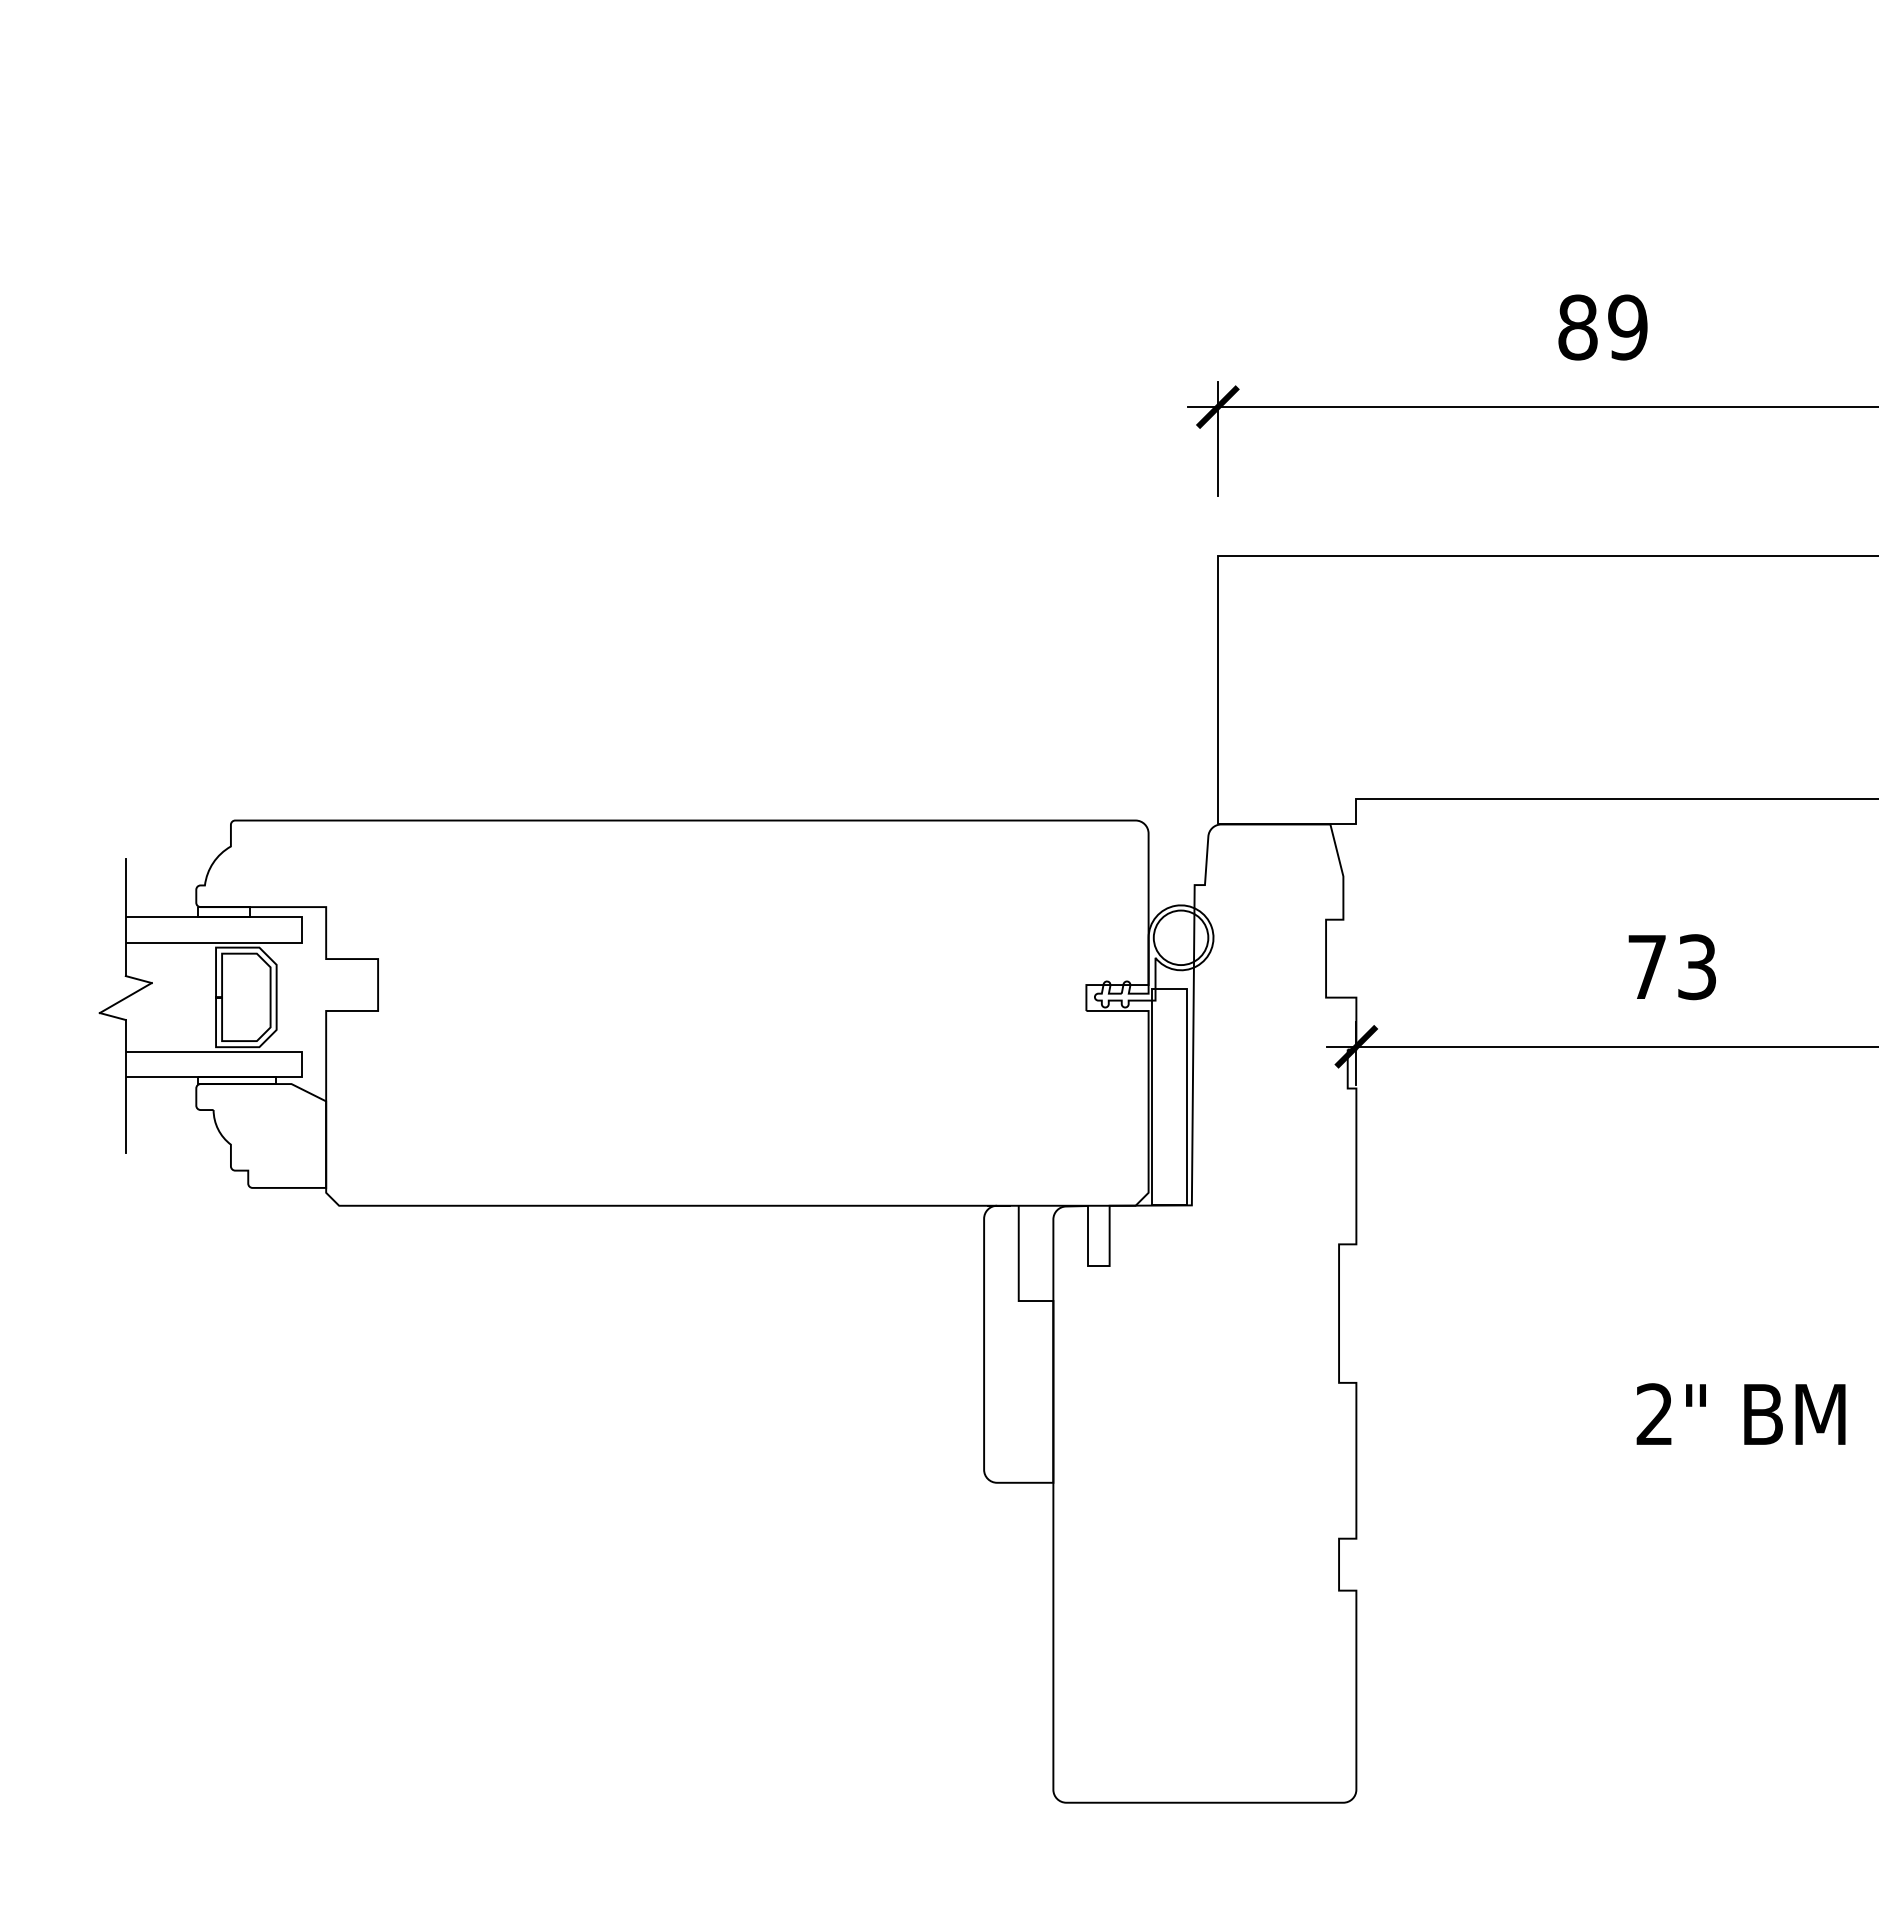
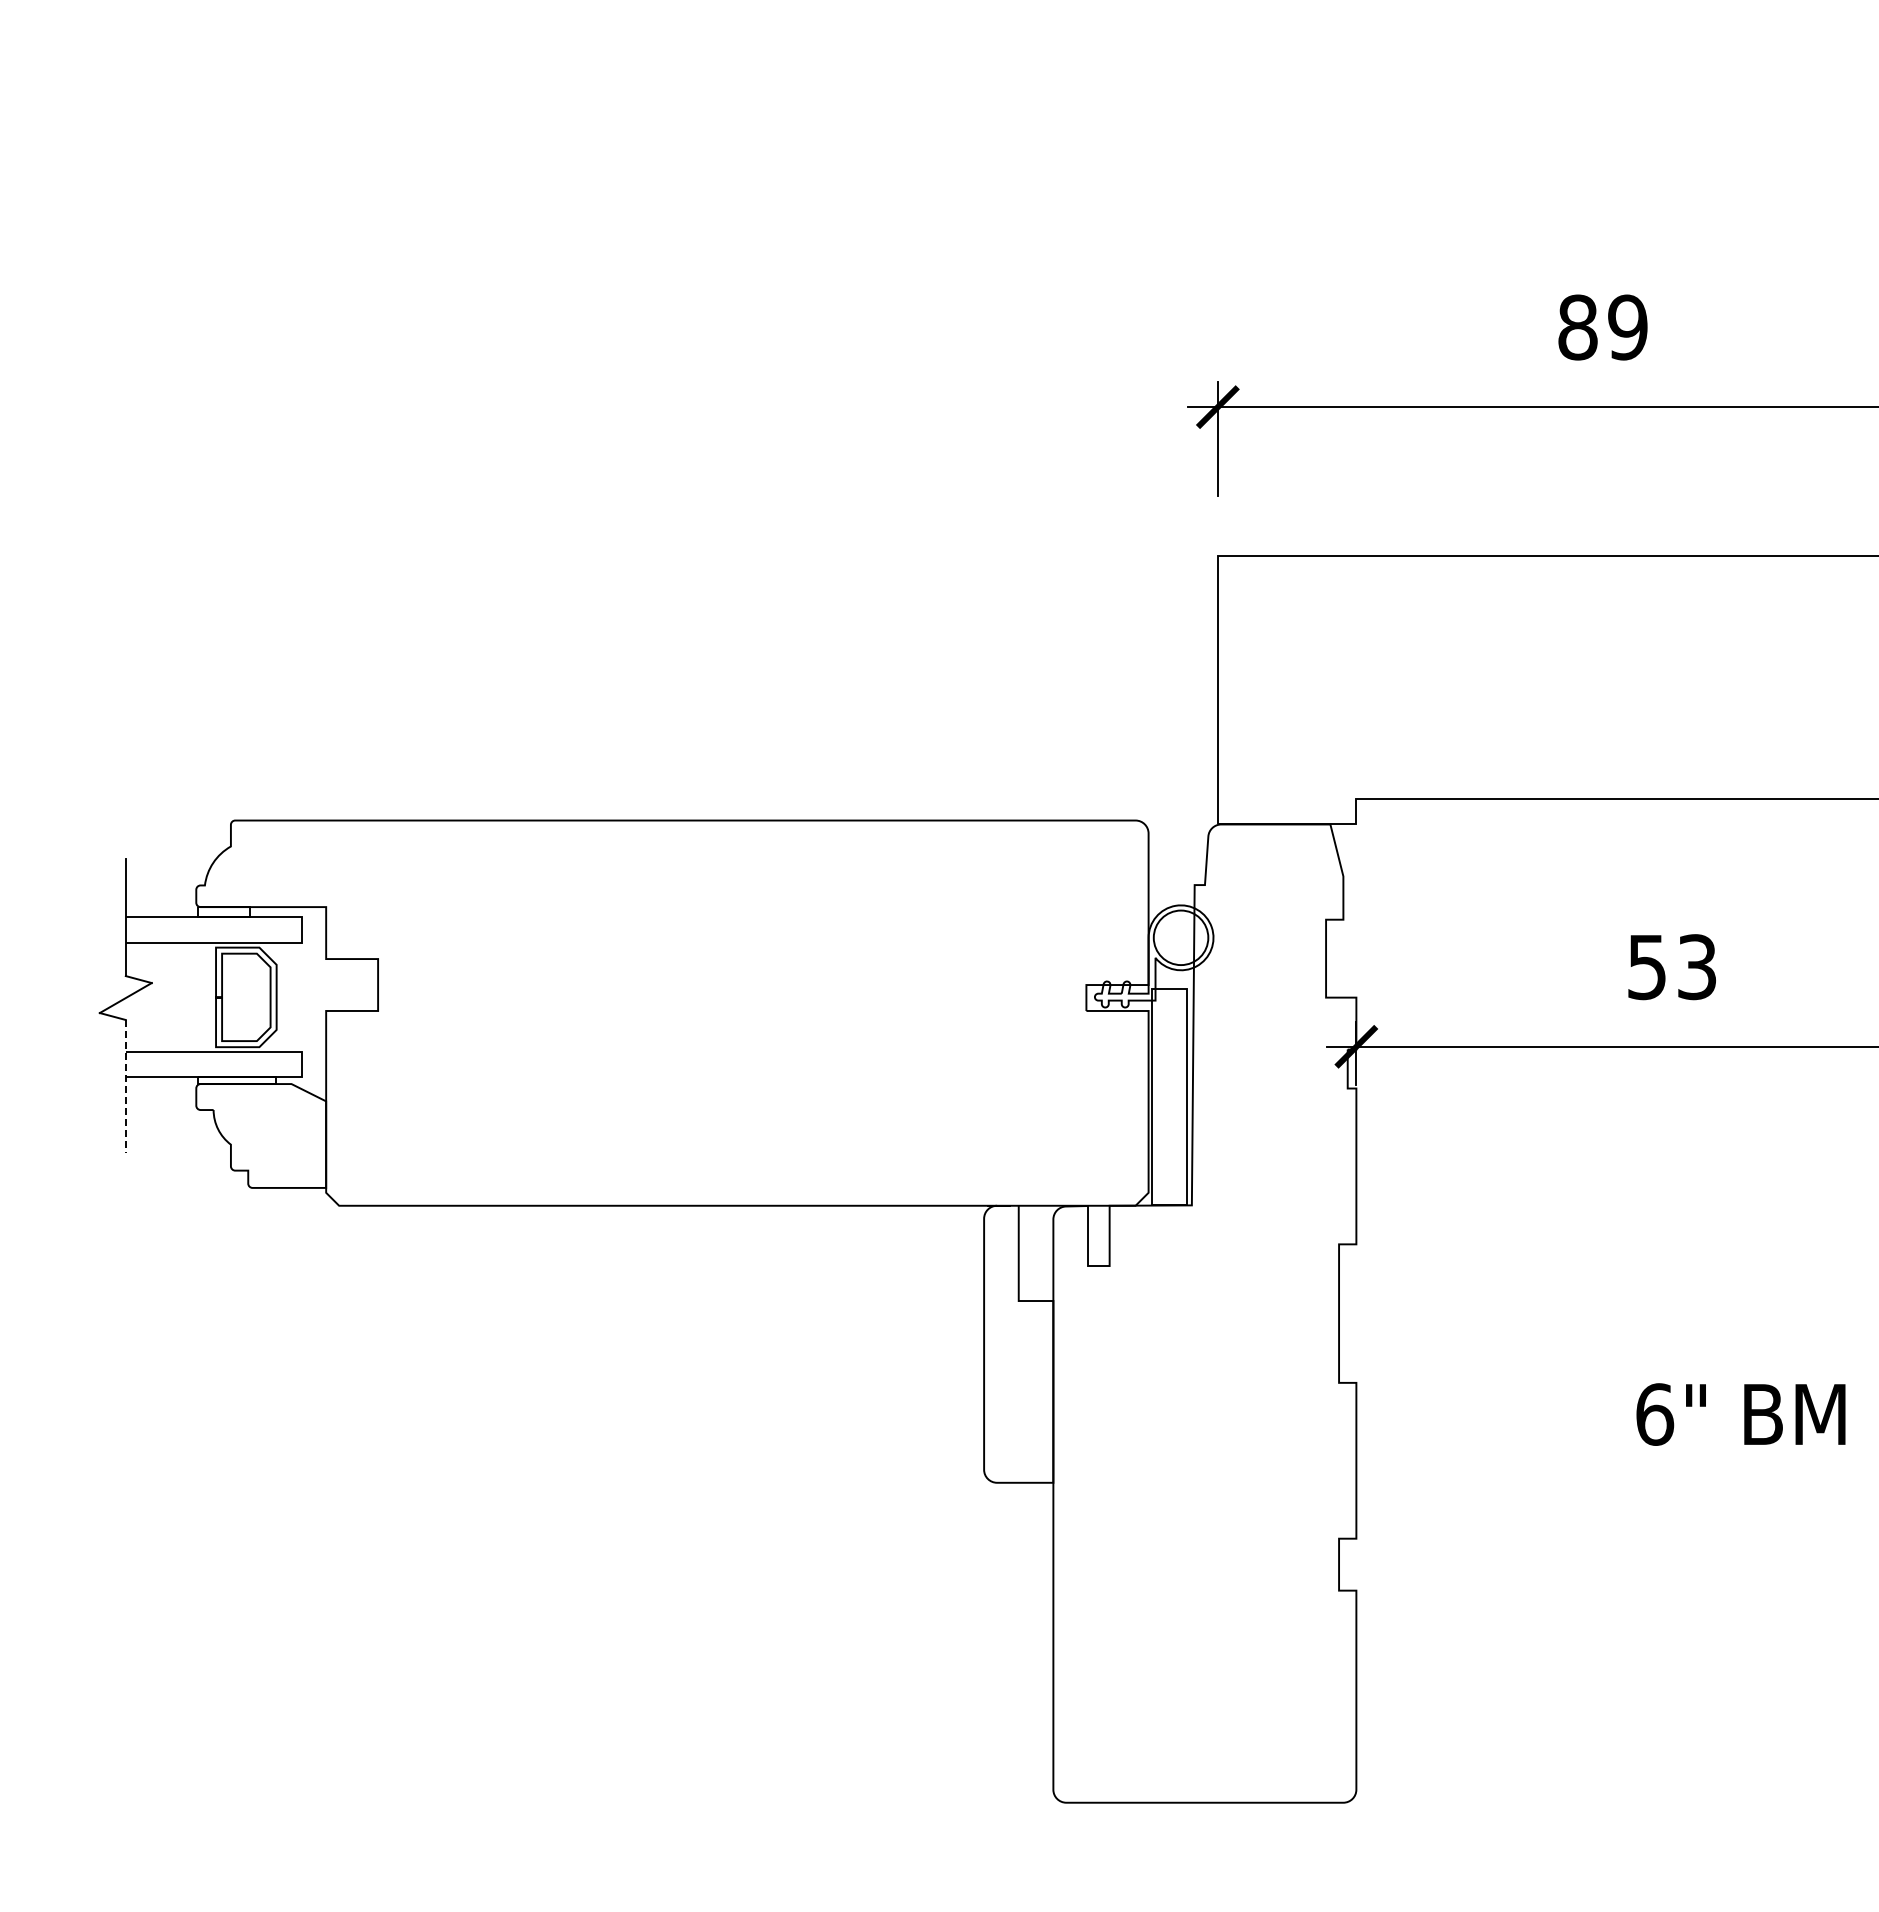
text at (1646, 967): 73 -> 53
line at (125, 1086): solid -> dashed
text at (1655, 1414): 2" -> 6"
